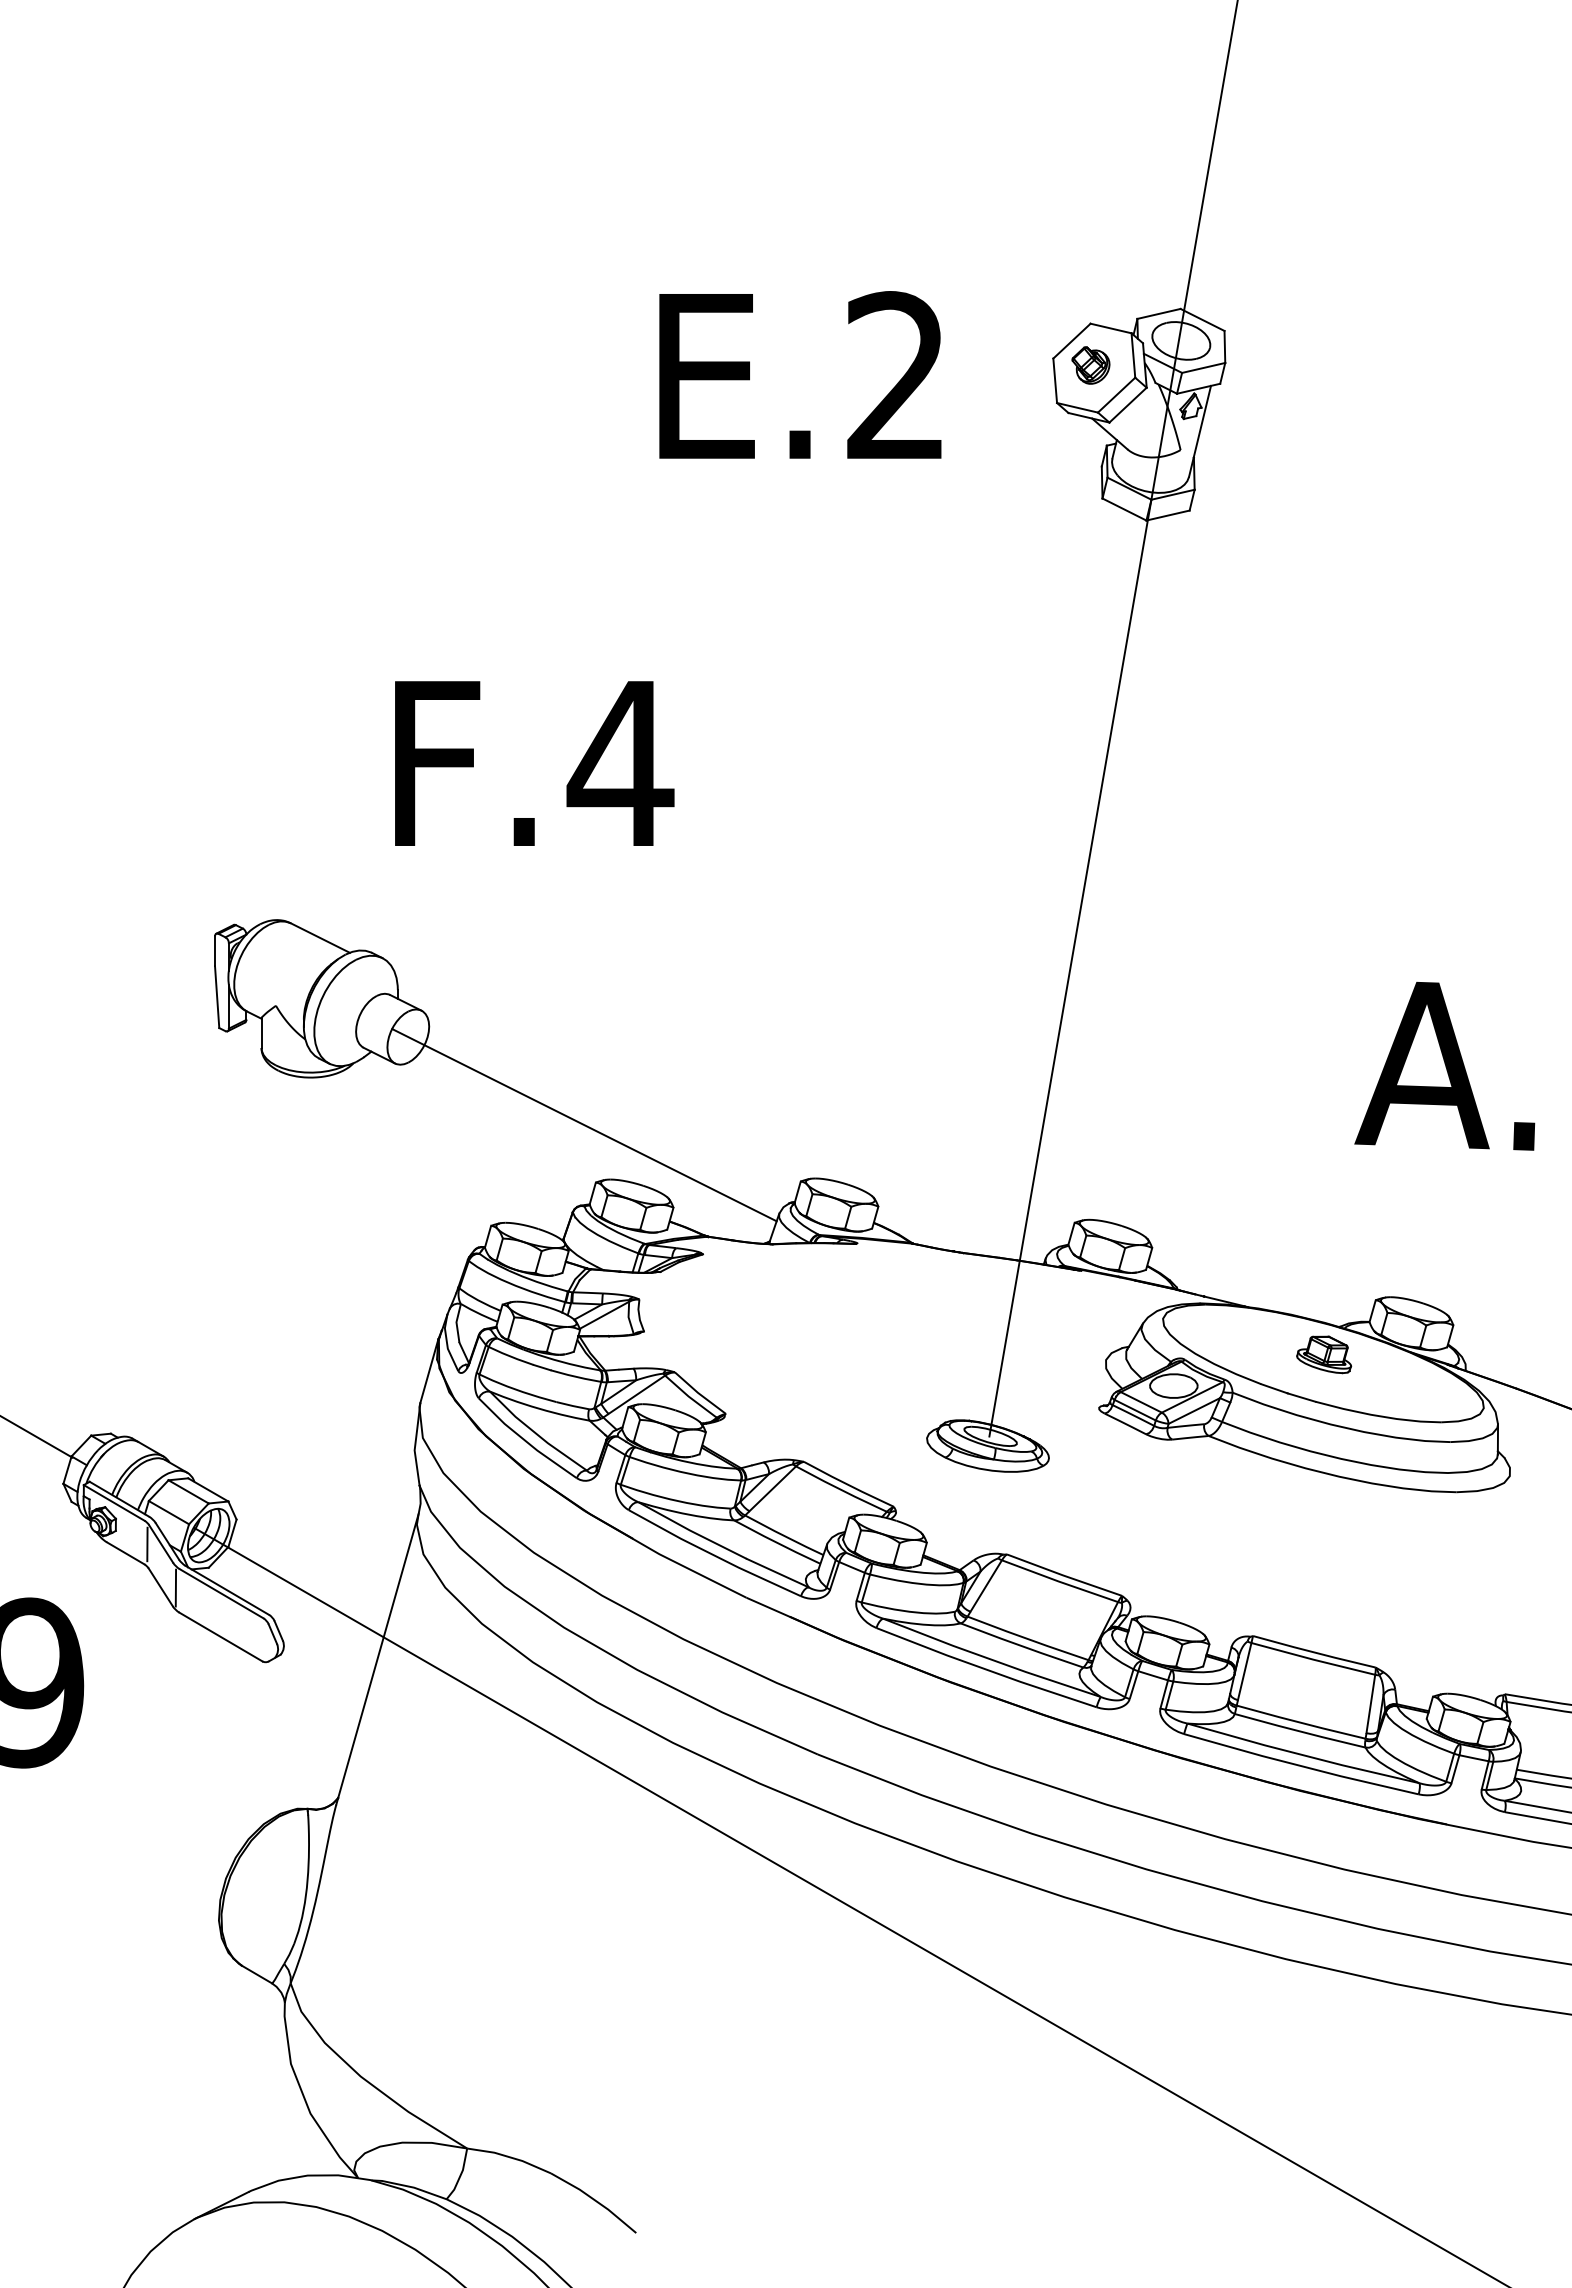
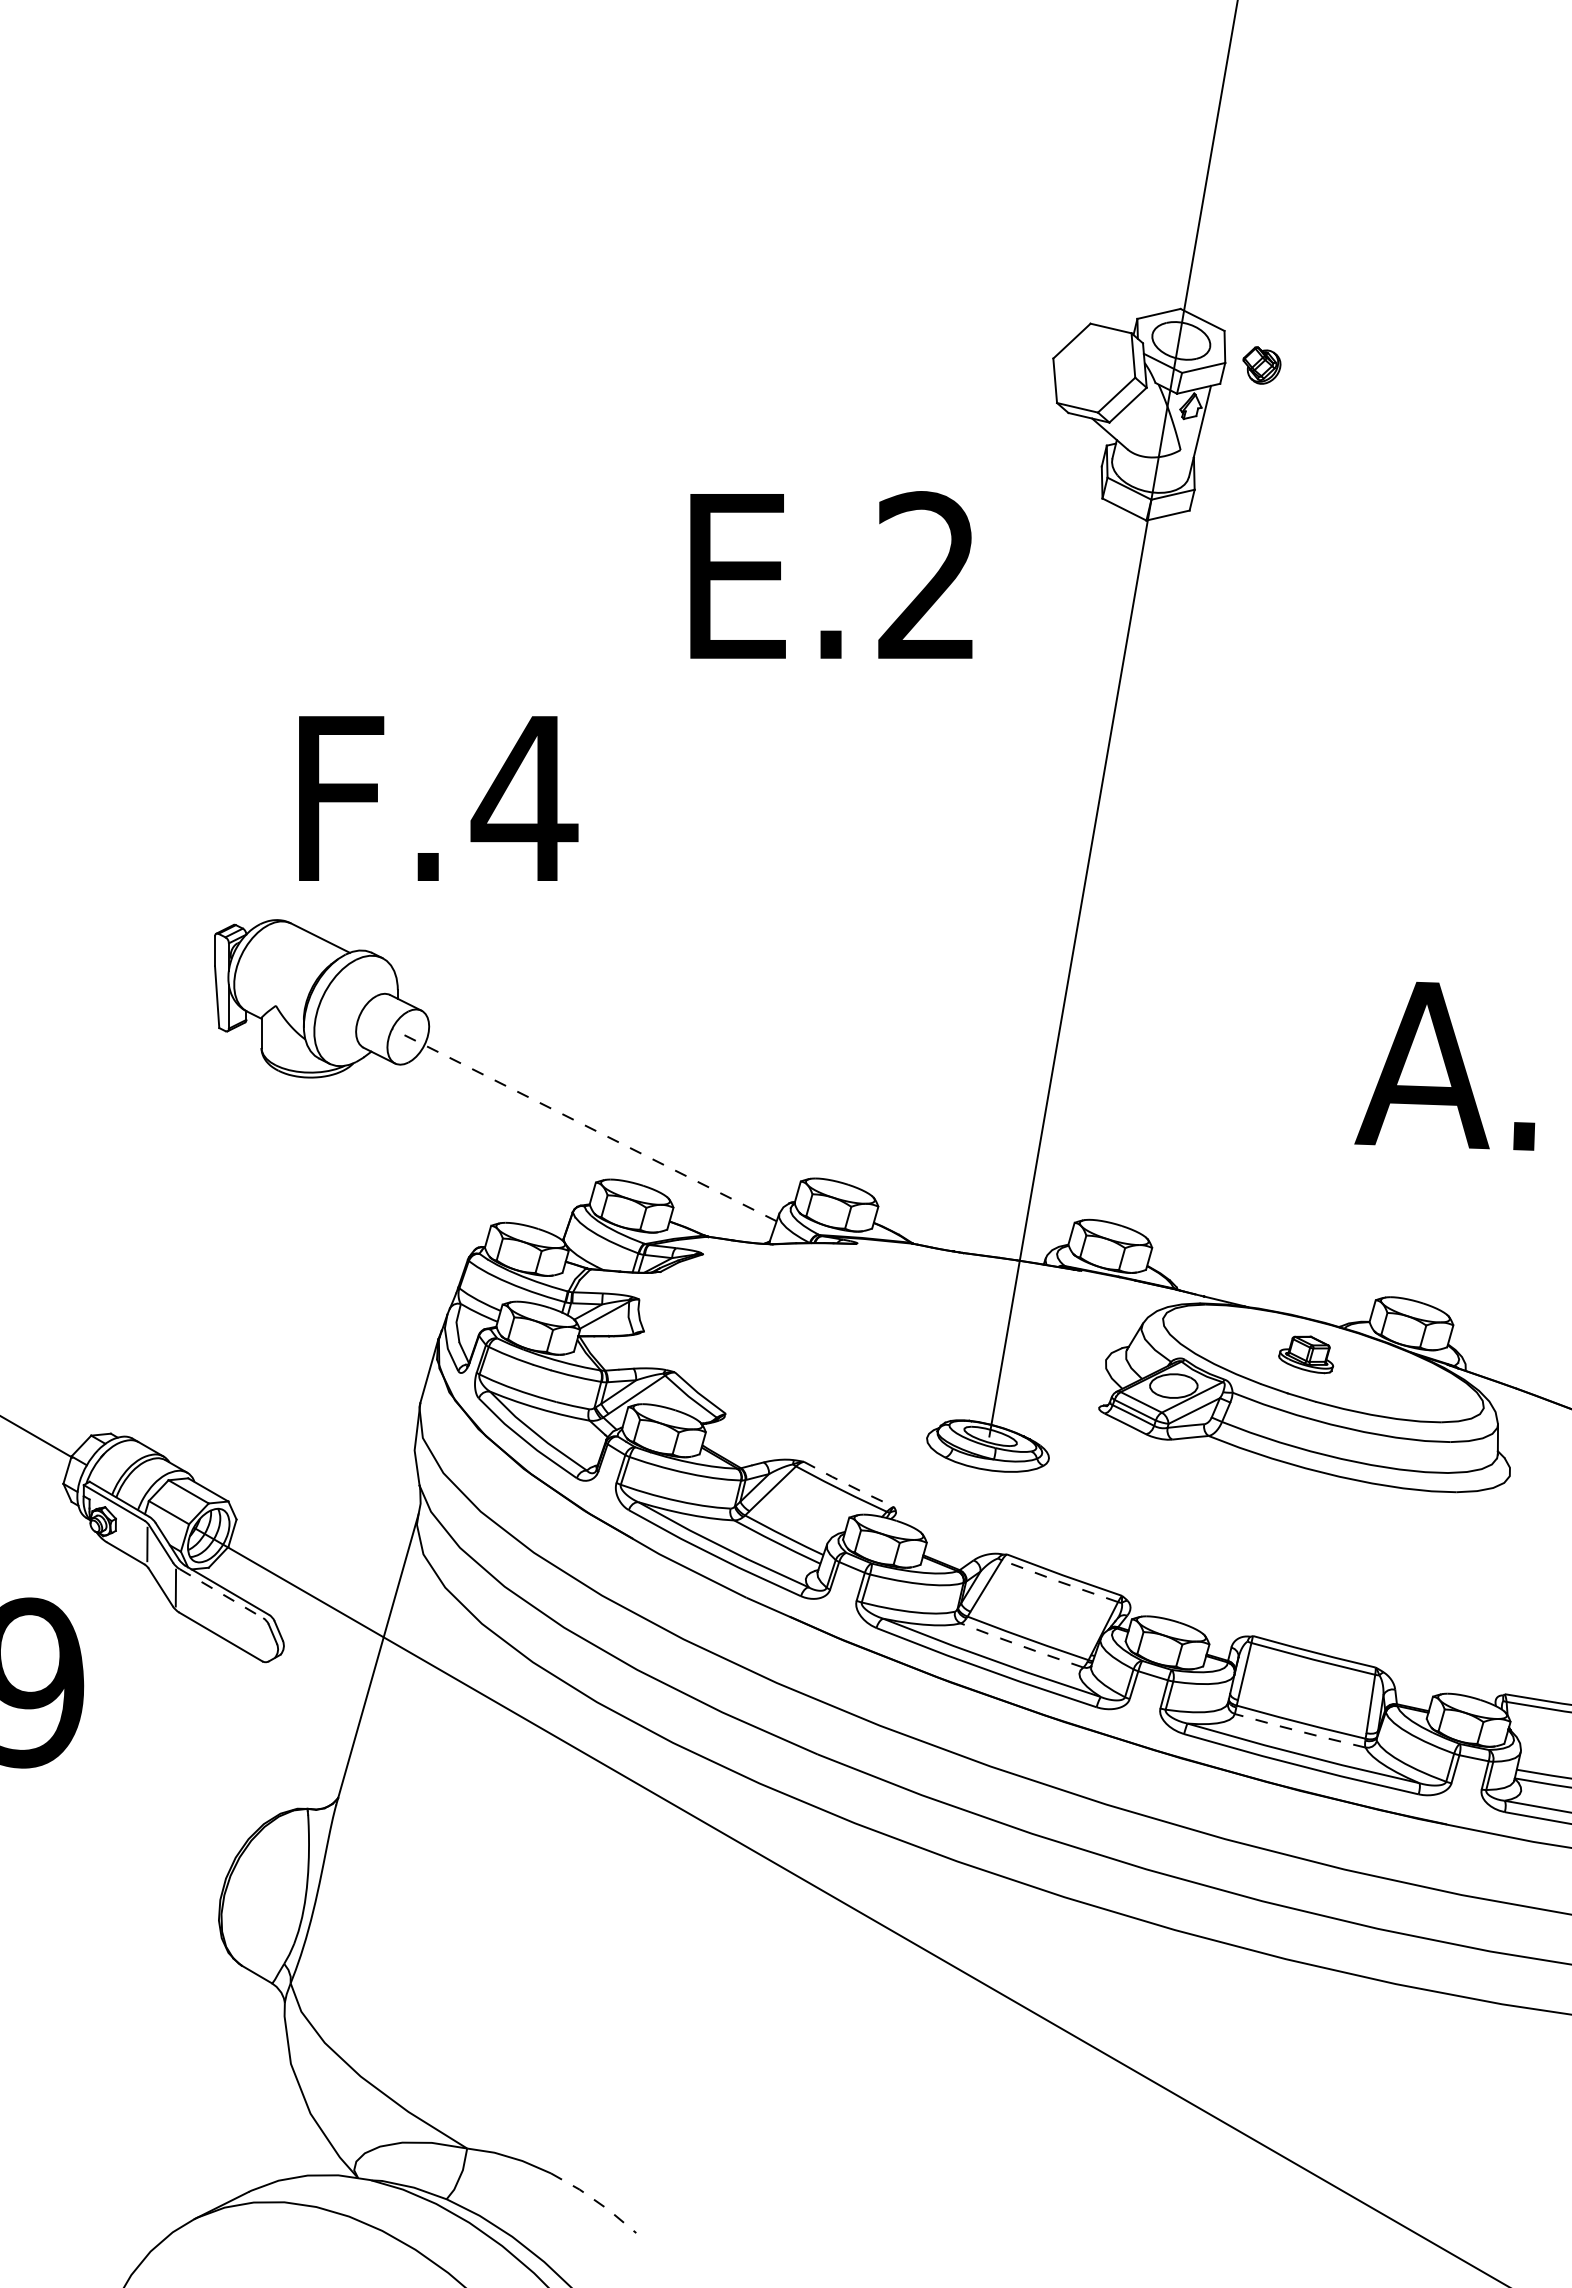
part at (1090, 365) position: (1090, 365) -> (1261, 365)
text at (800, 374) position: (800, 374) -> (831, 574)
text at (534, 763) position: (534, 763) -> (438, 798)
line at (584, 1125): solid -> dashed
part at (1324, 1354) position: (1324, 1354) -> (1306, 1354)
line at (848, 1485): solid -> dashed
line at (1059, 1581): solid -> dashed
line at (221, 1593): solid -> dashed
line at (1022, 1646): solid -> dashed
line at (1299, 1731): solid -> dashed
line at (595, 2200): solid -> dashed
